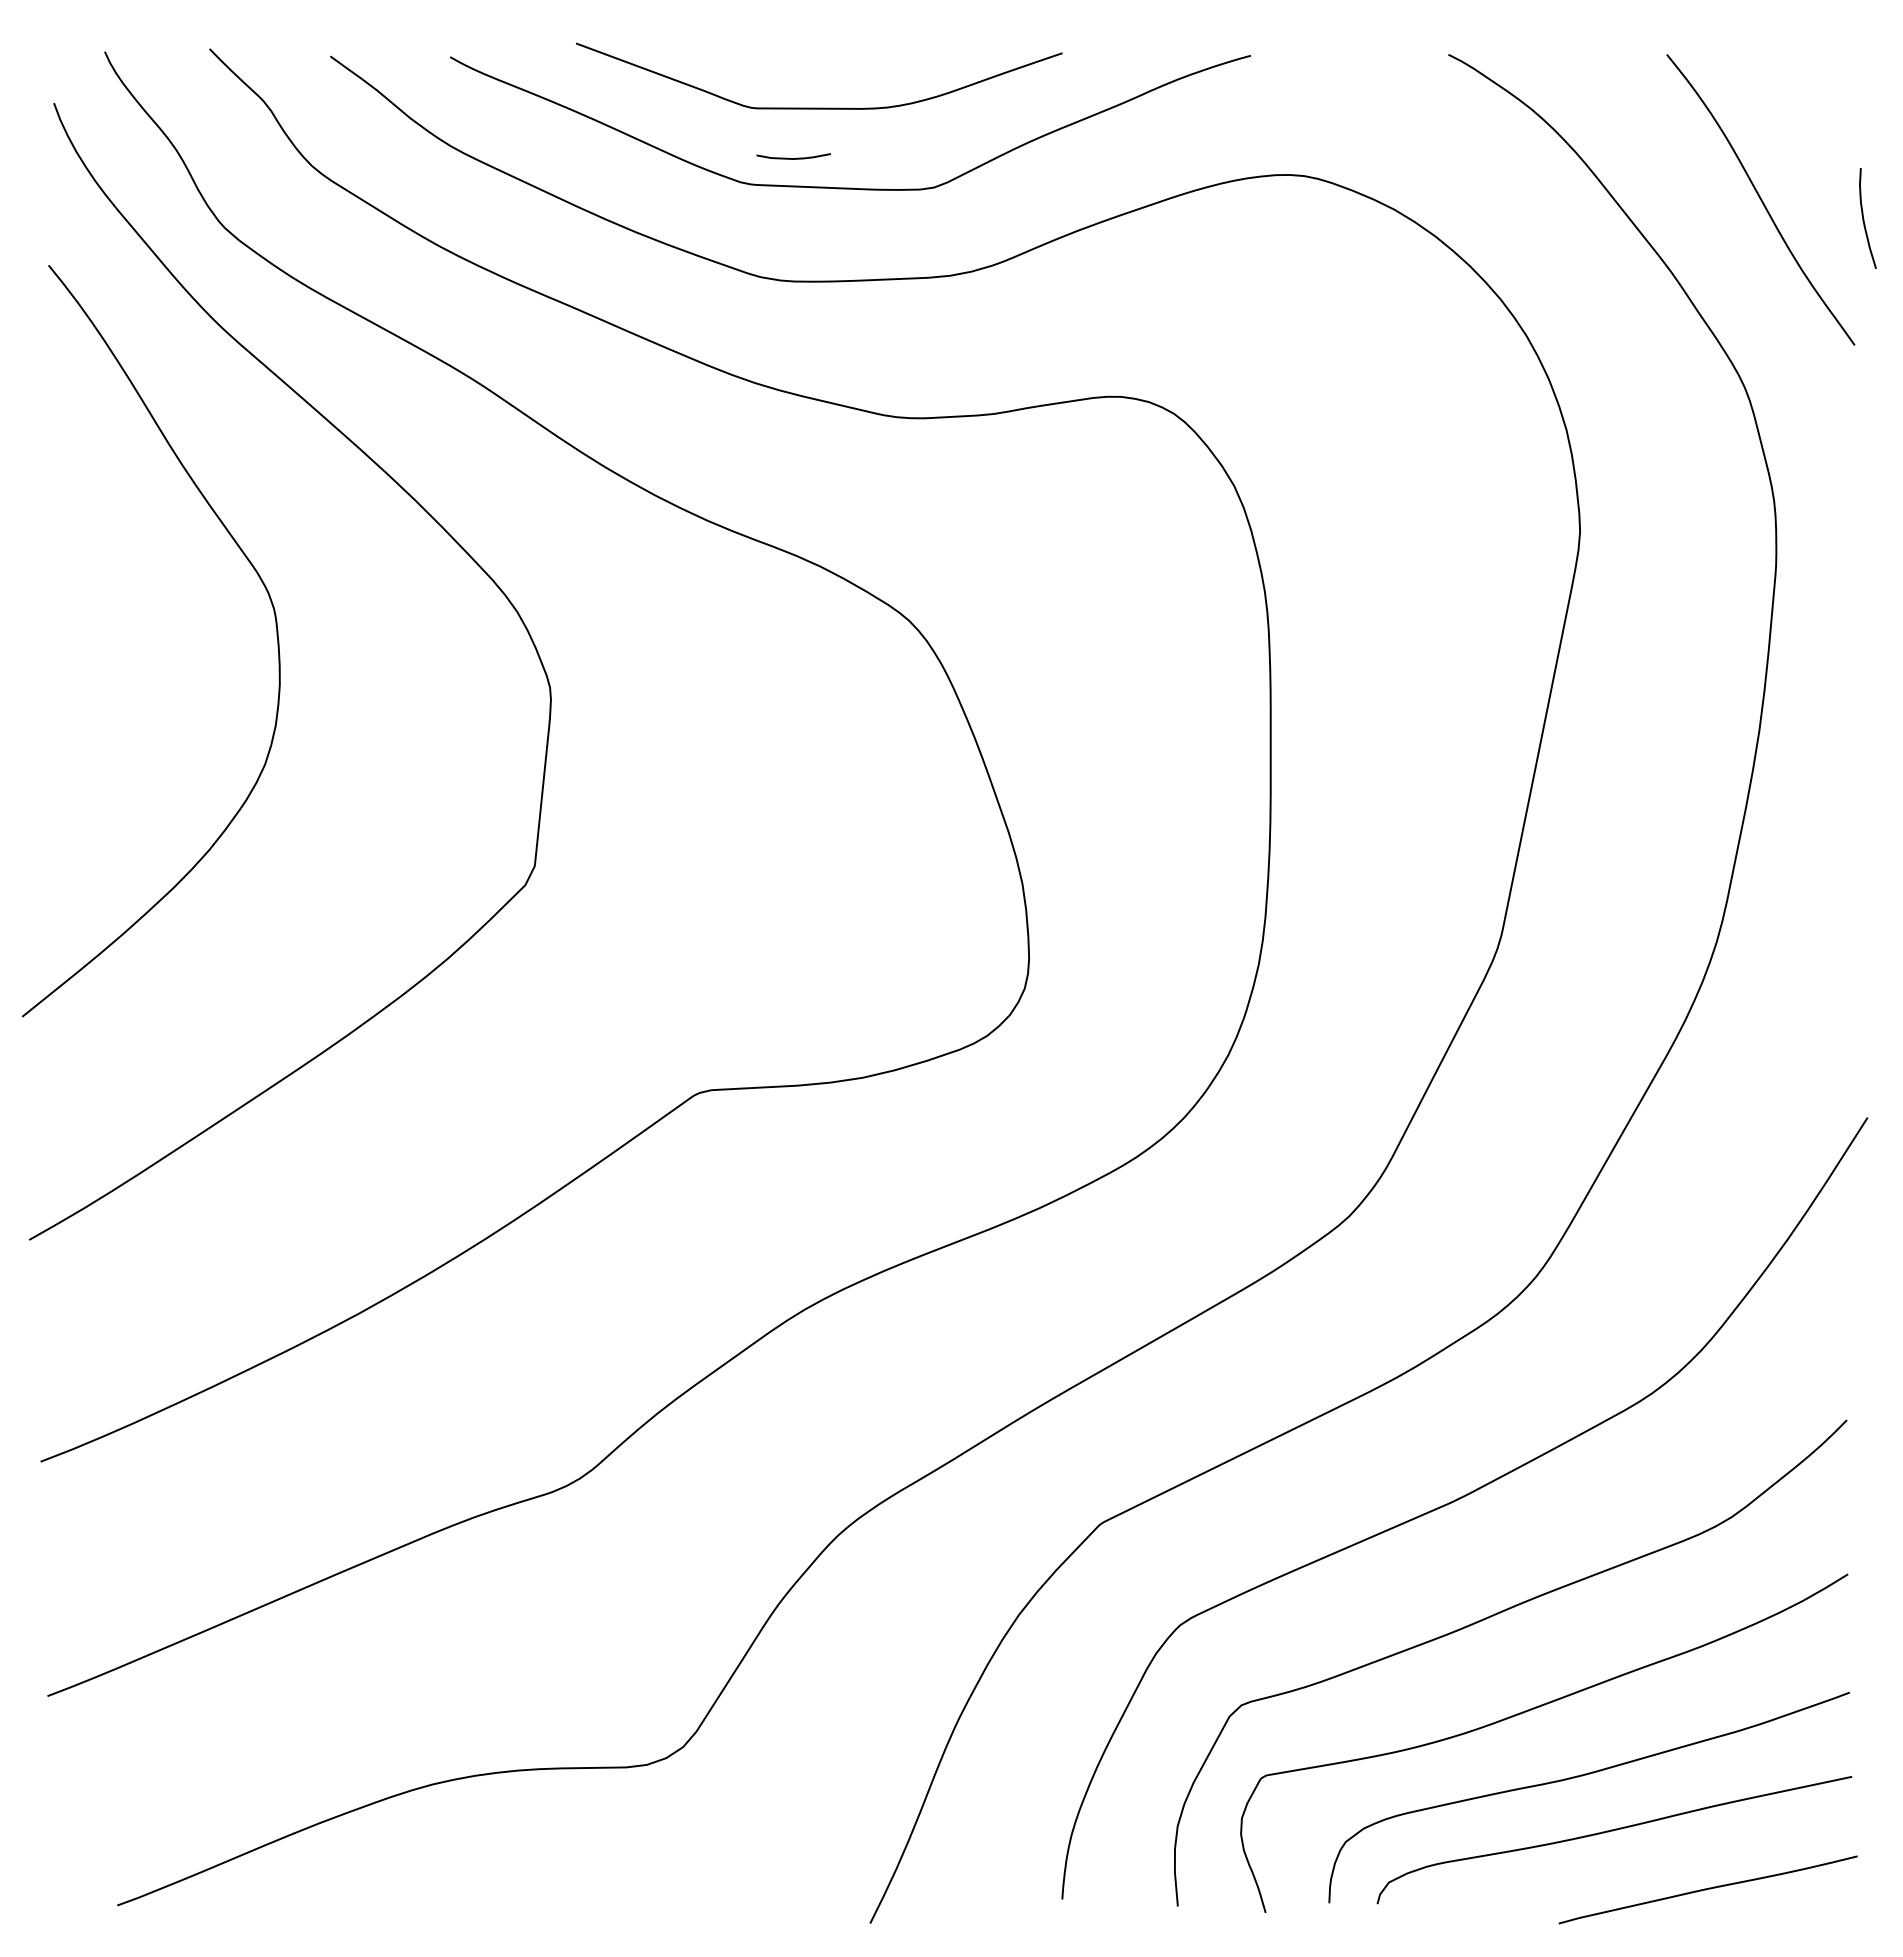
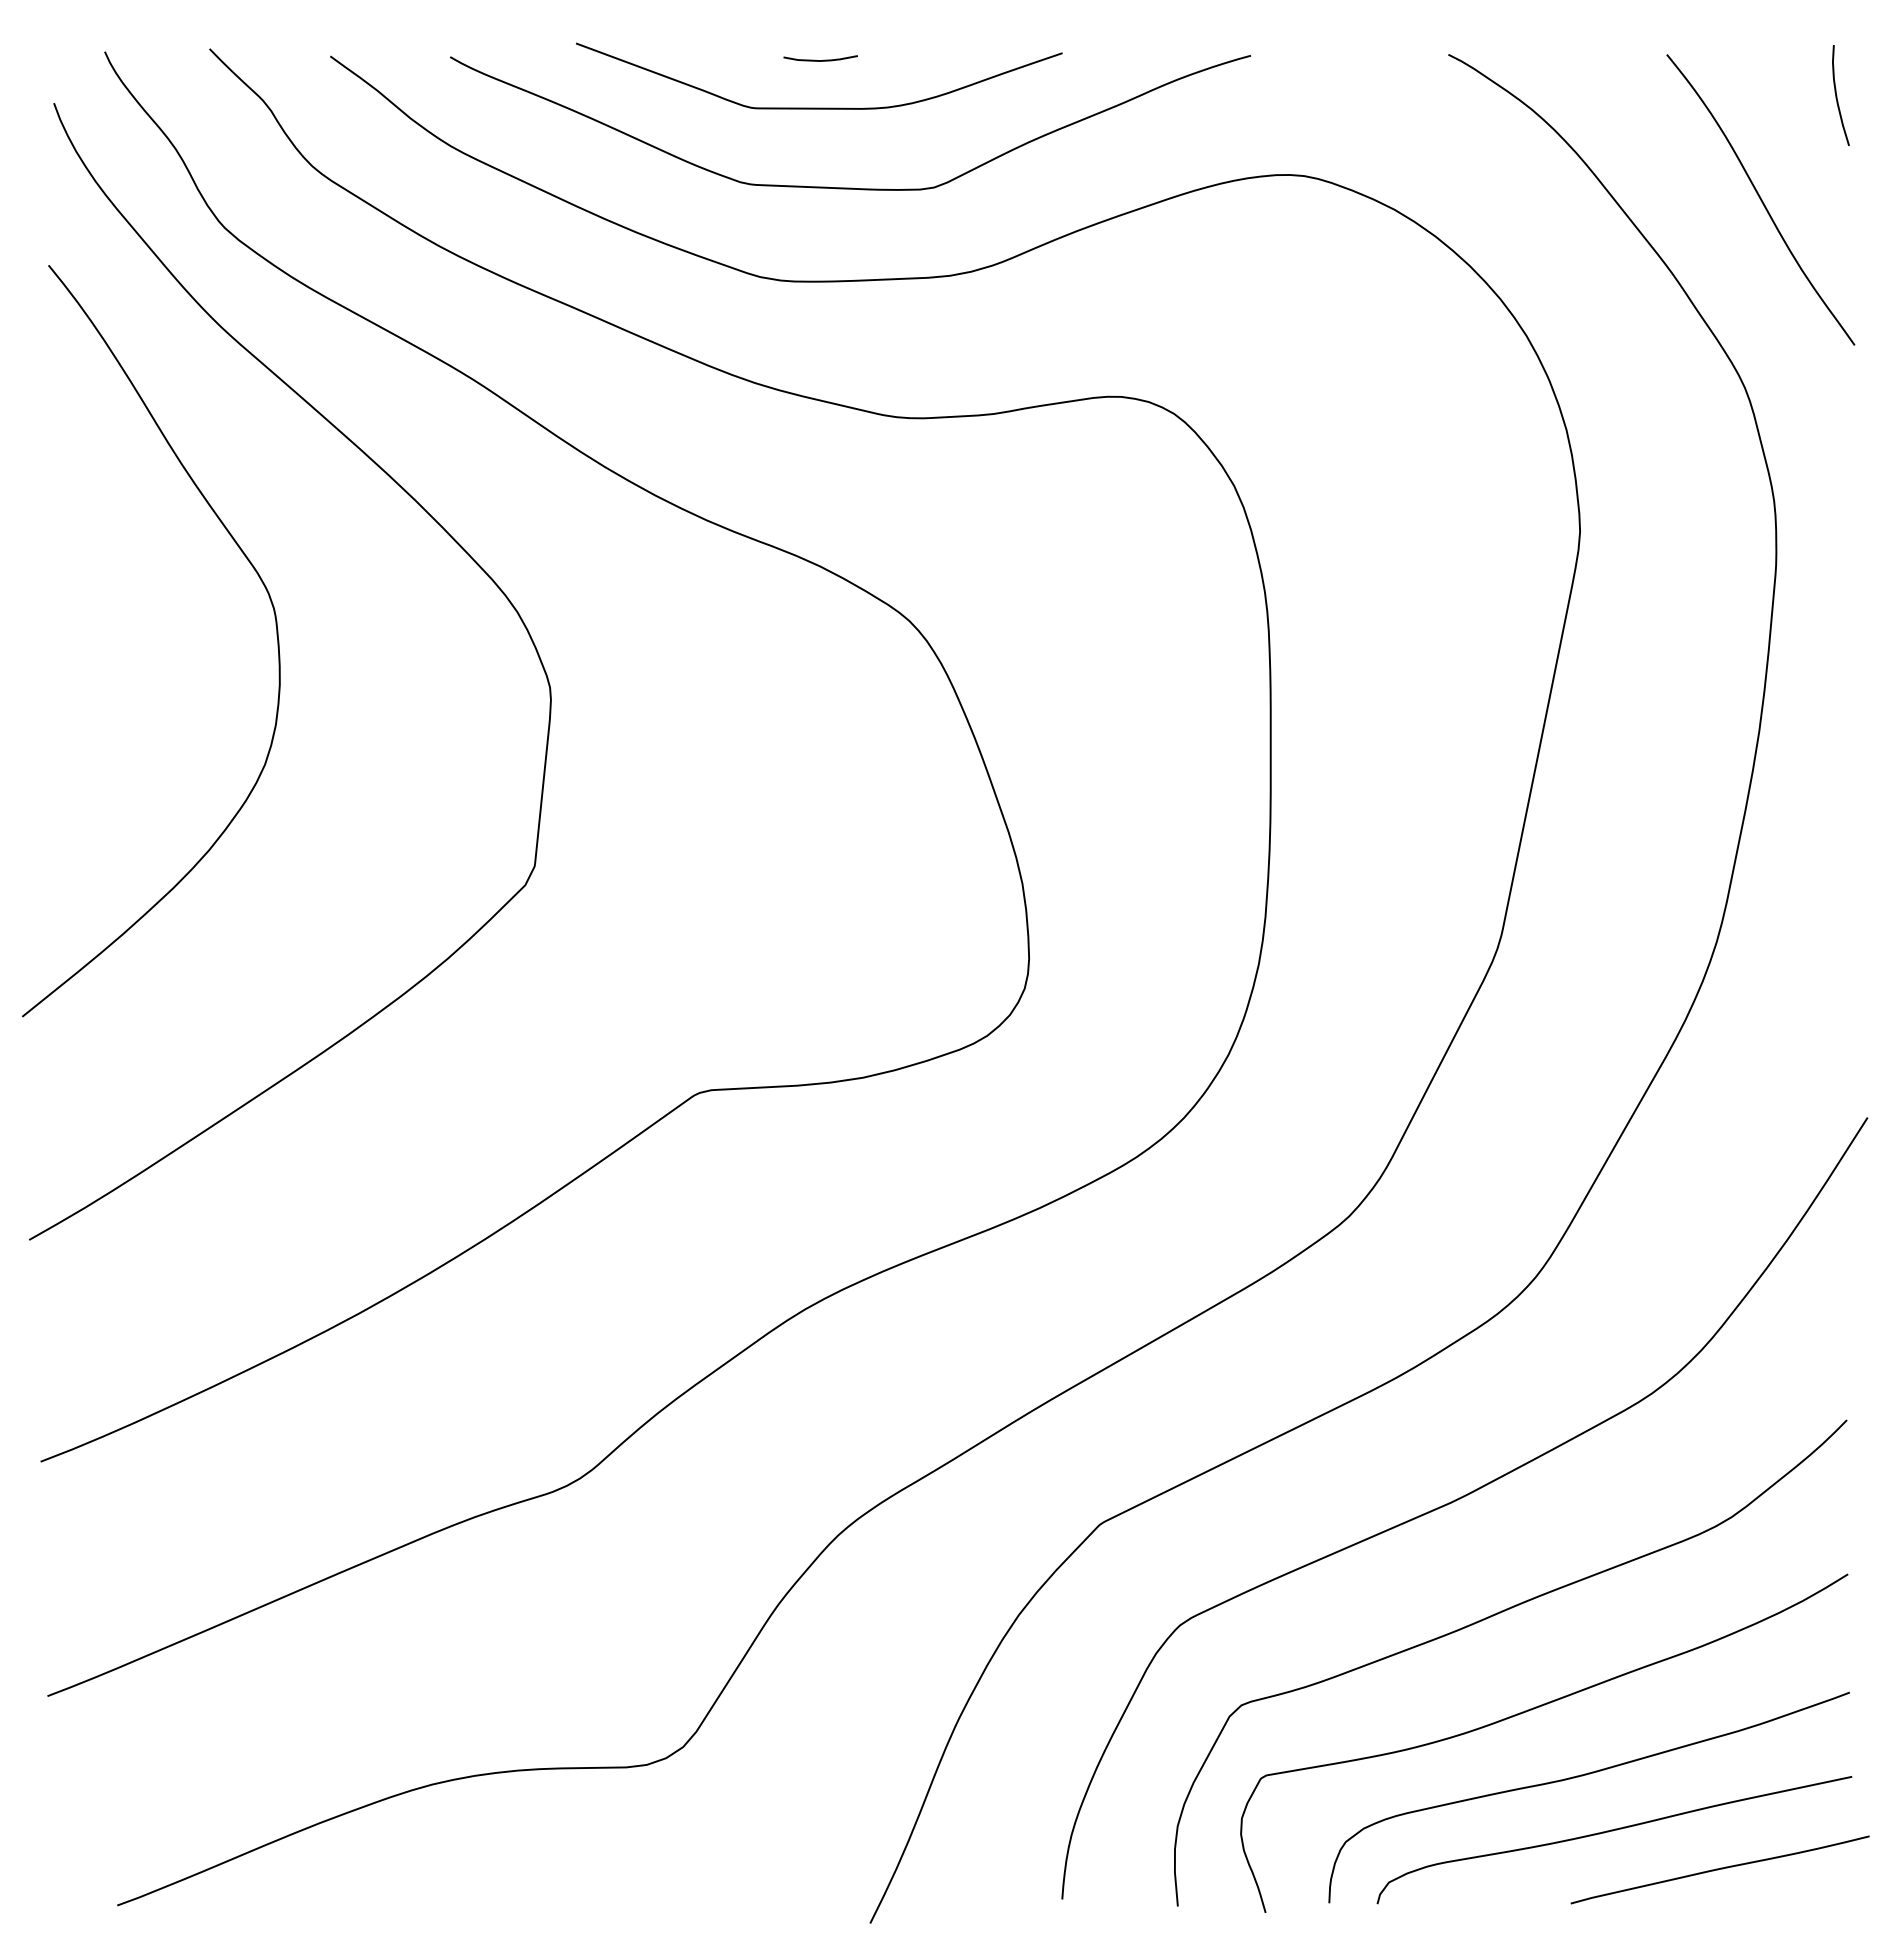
curve at (793, 158) position: (793, 158) -> (820, 60)
curve at (1864, 218) position: (1864, 218) -> (1837, 95)
curve at (1707, 1889) position: (1707, 1889) -> (1719, 1869)
